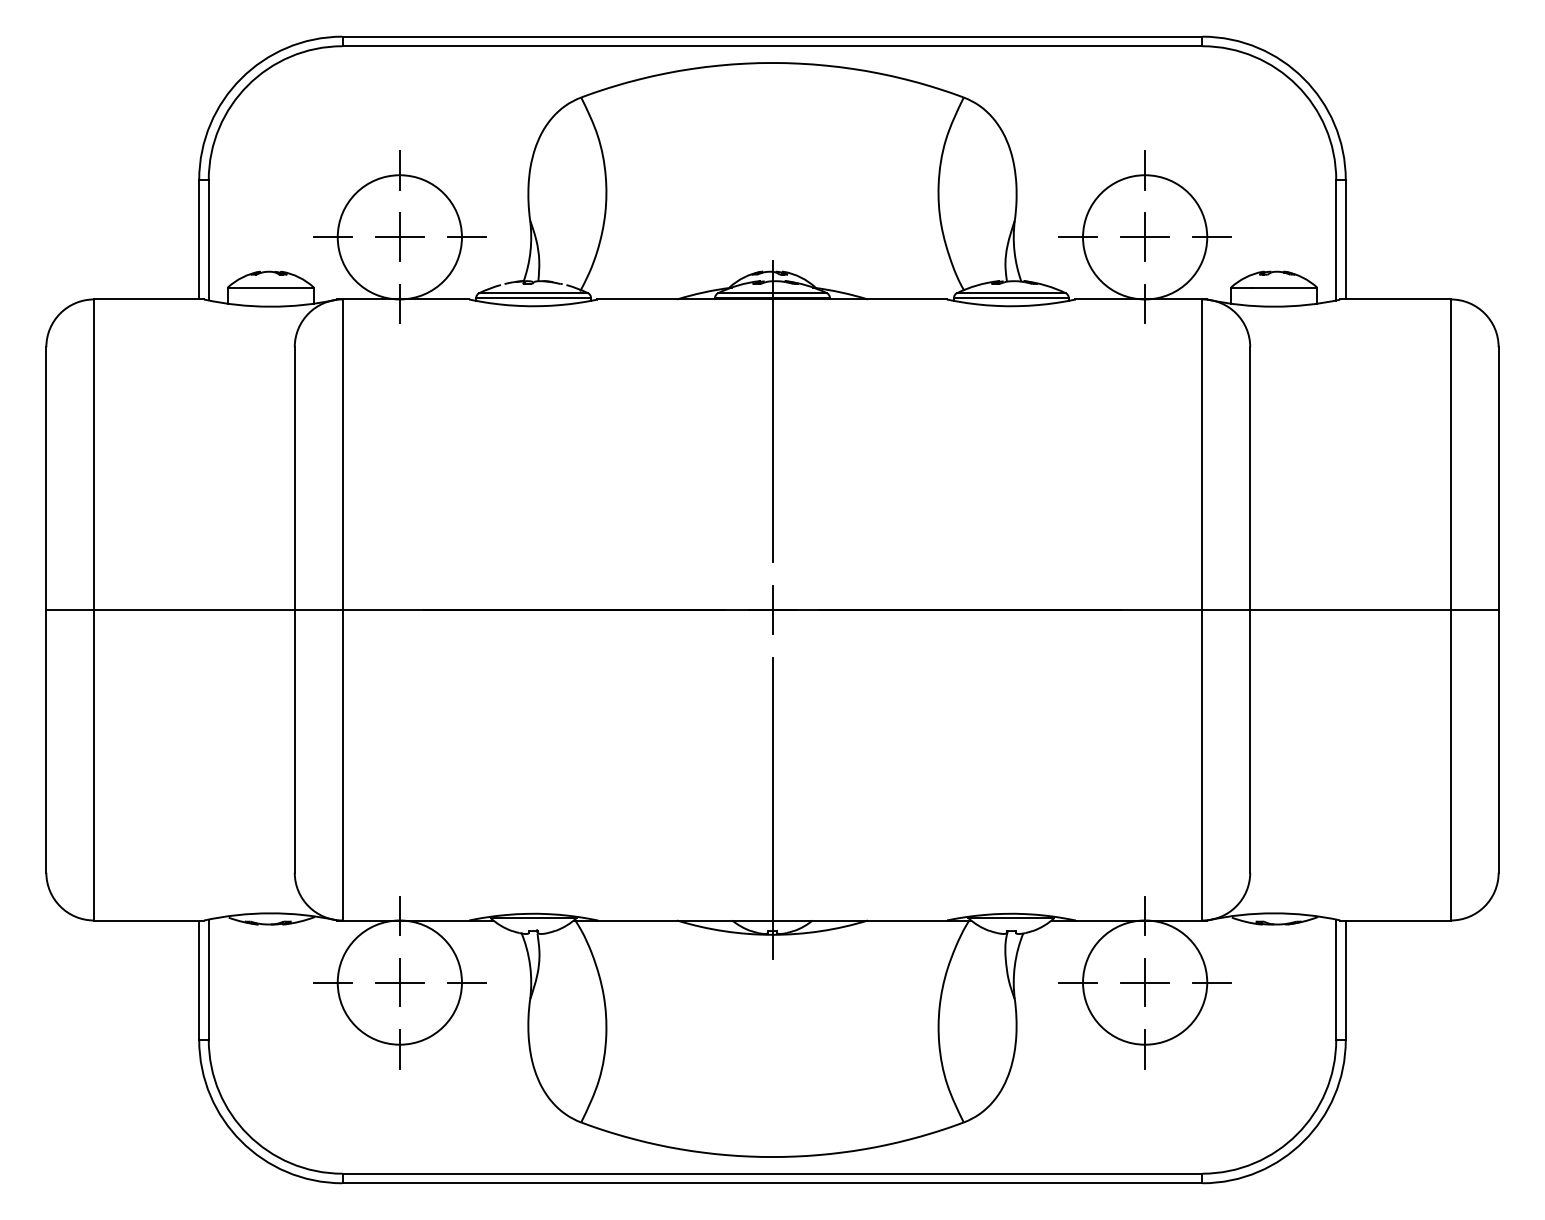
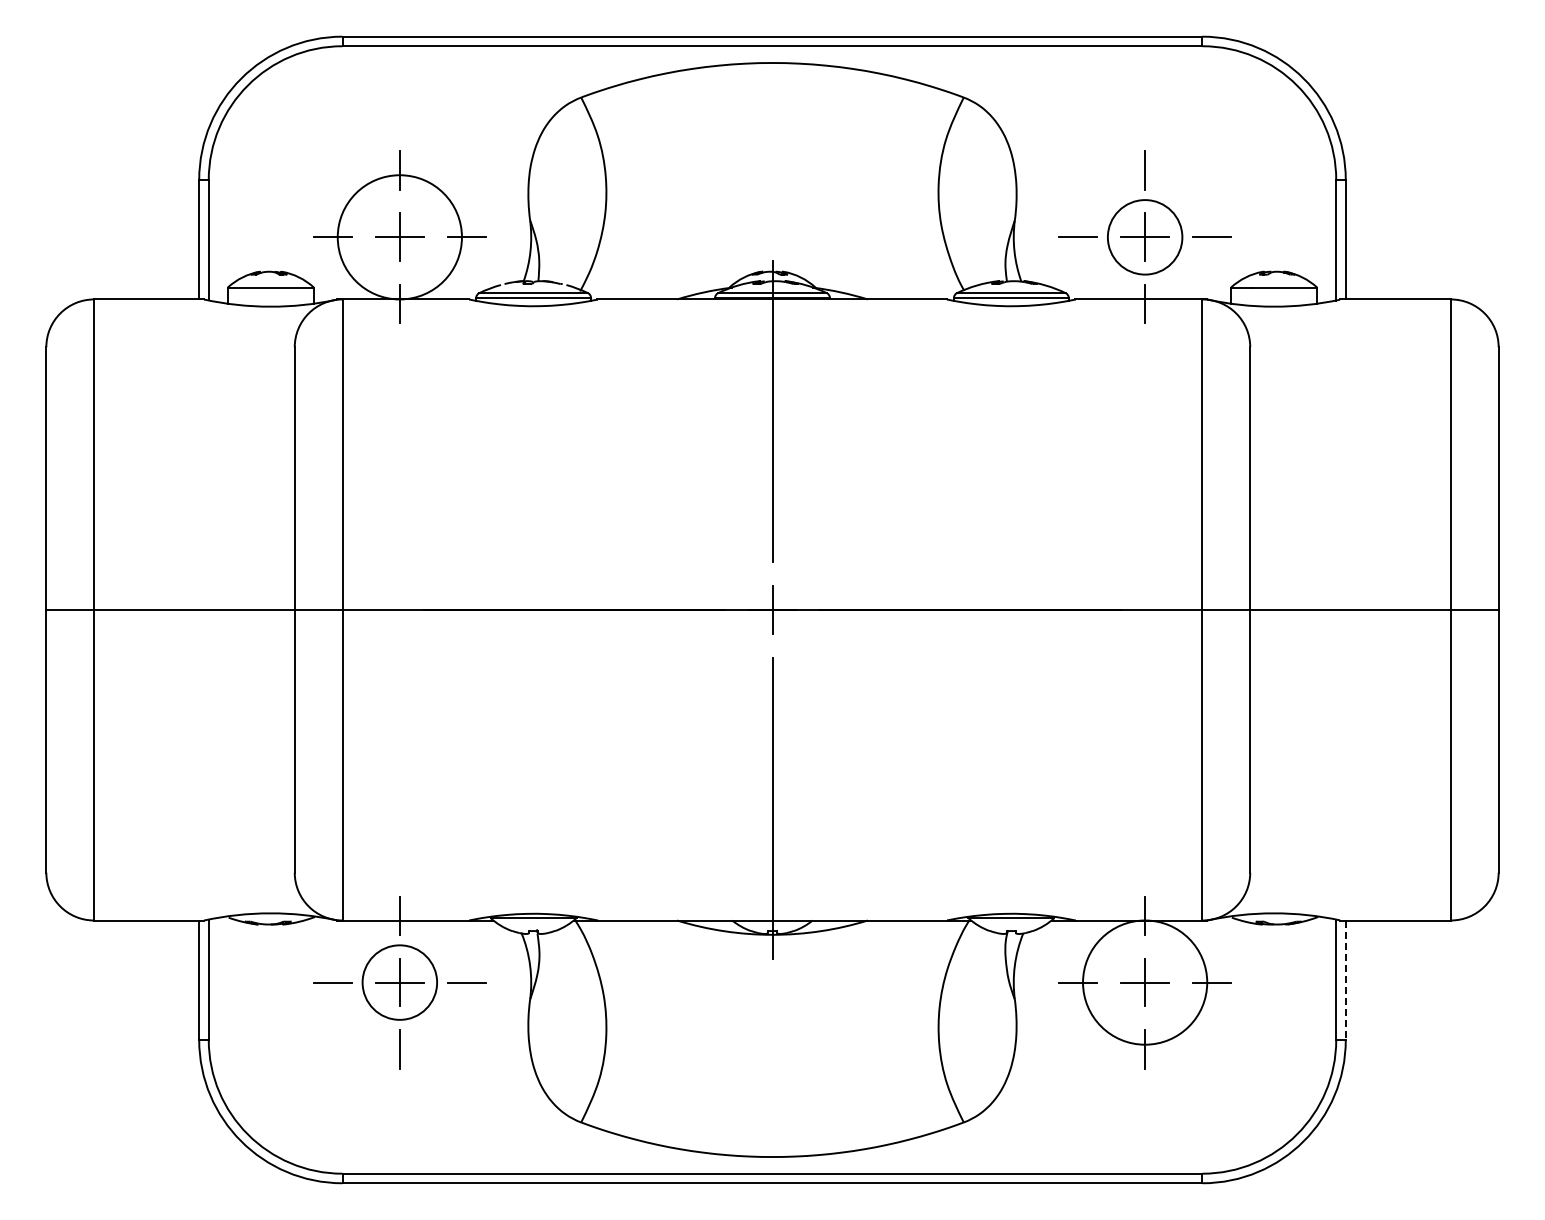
circle at (1145, 237) diameter: 124 px -> 75 px
line at (1345, 980): solid -> dashed
circle at (399, 982) diameter: 124 px -> 75 px
